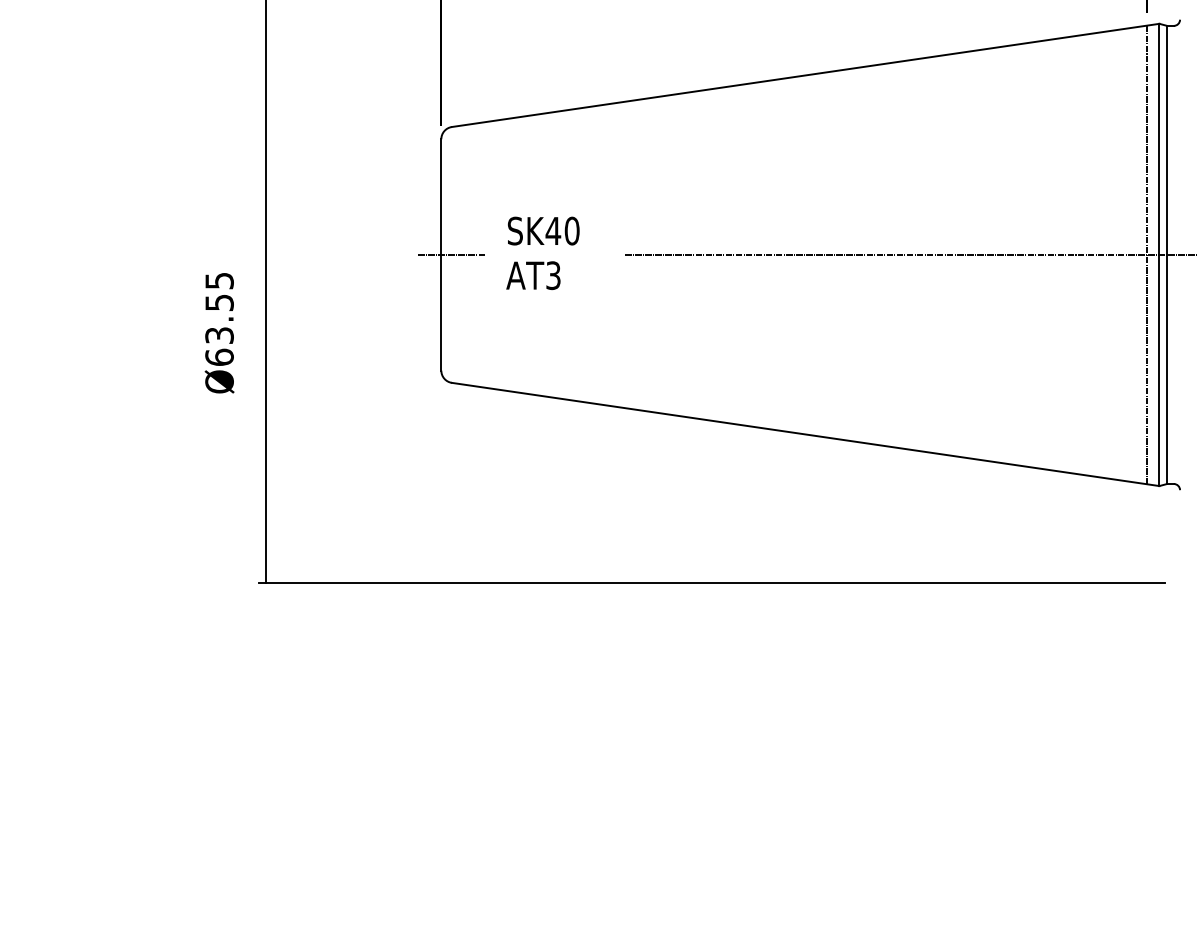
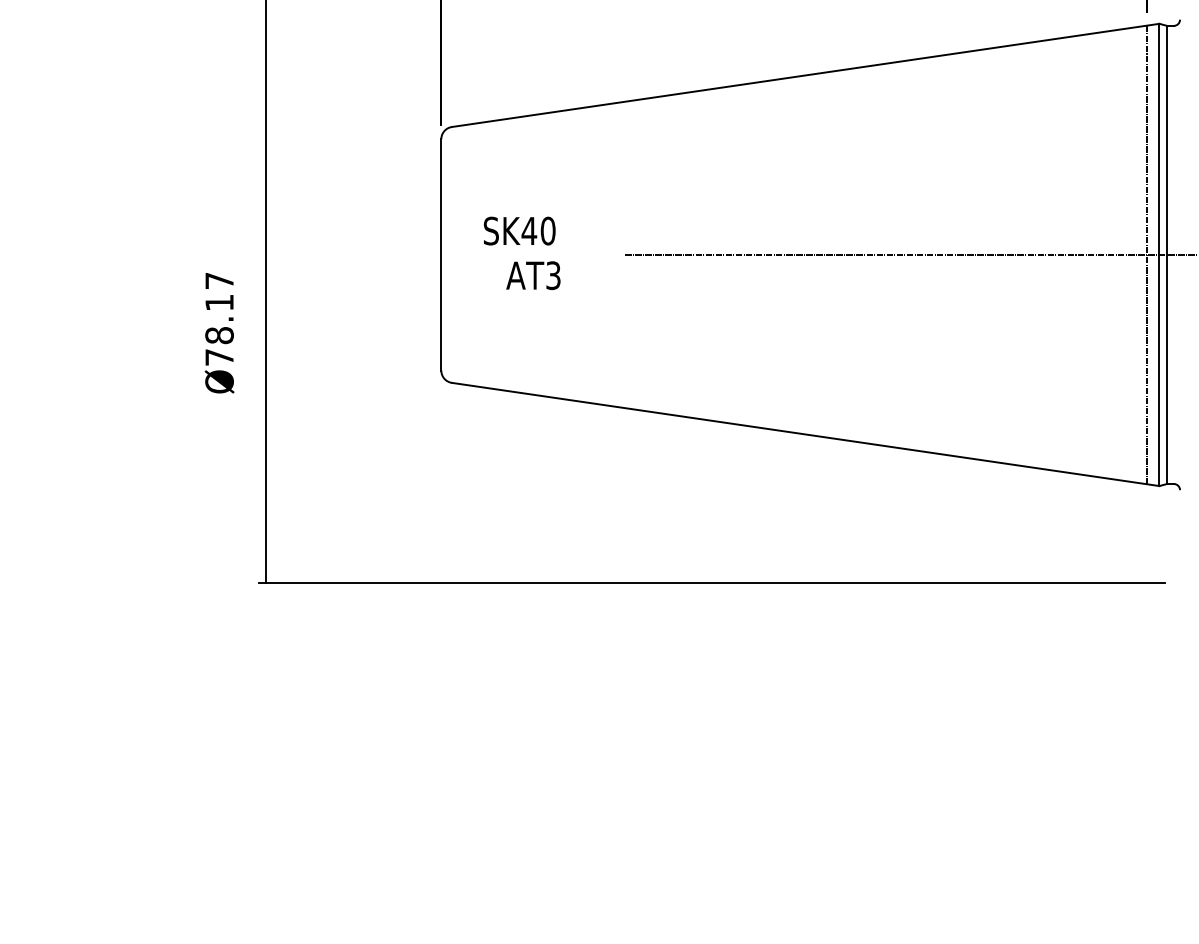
text at (543, 230) position: (543, 230) -> (519, 230)
line at (451, 254): present -> none
text at (219, 319): Ø63.55 -> Ø78.17
